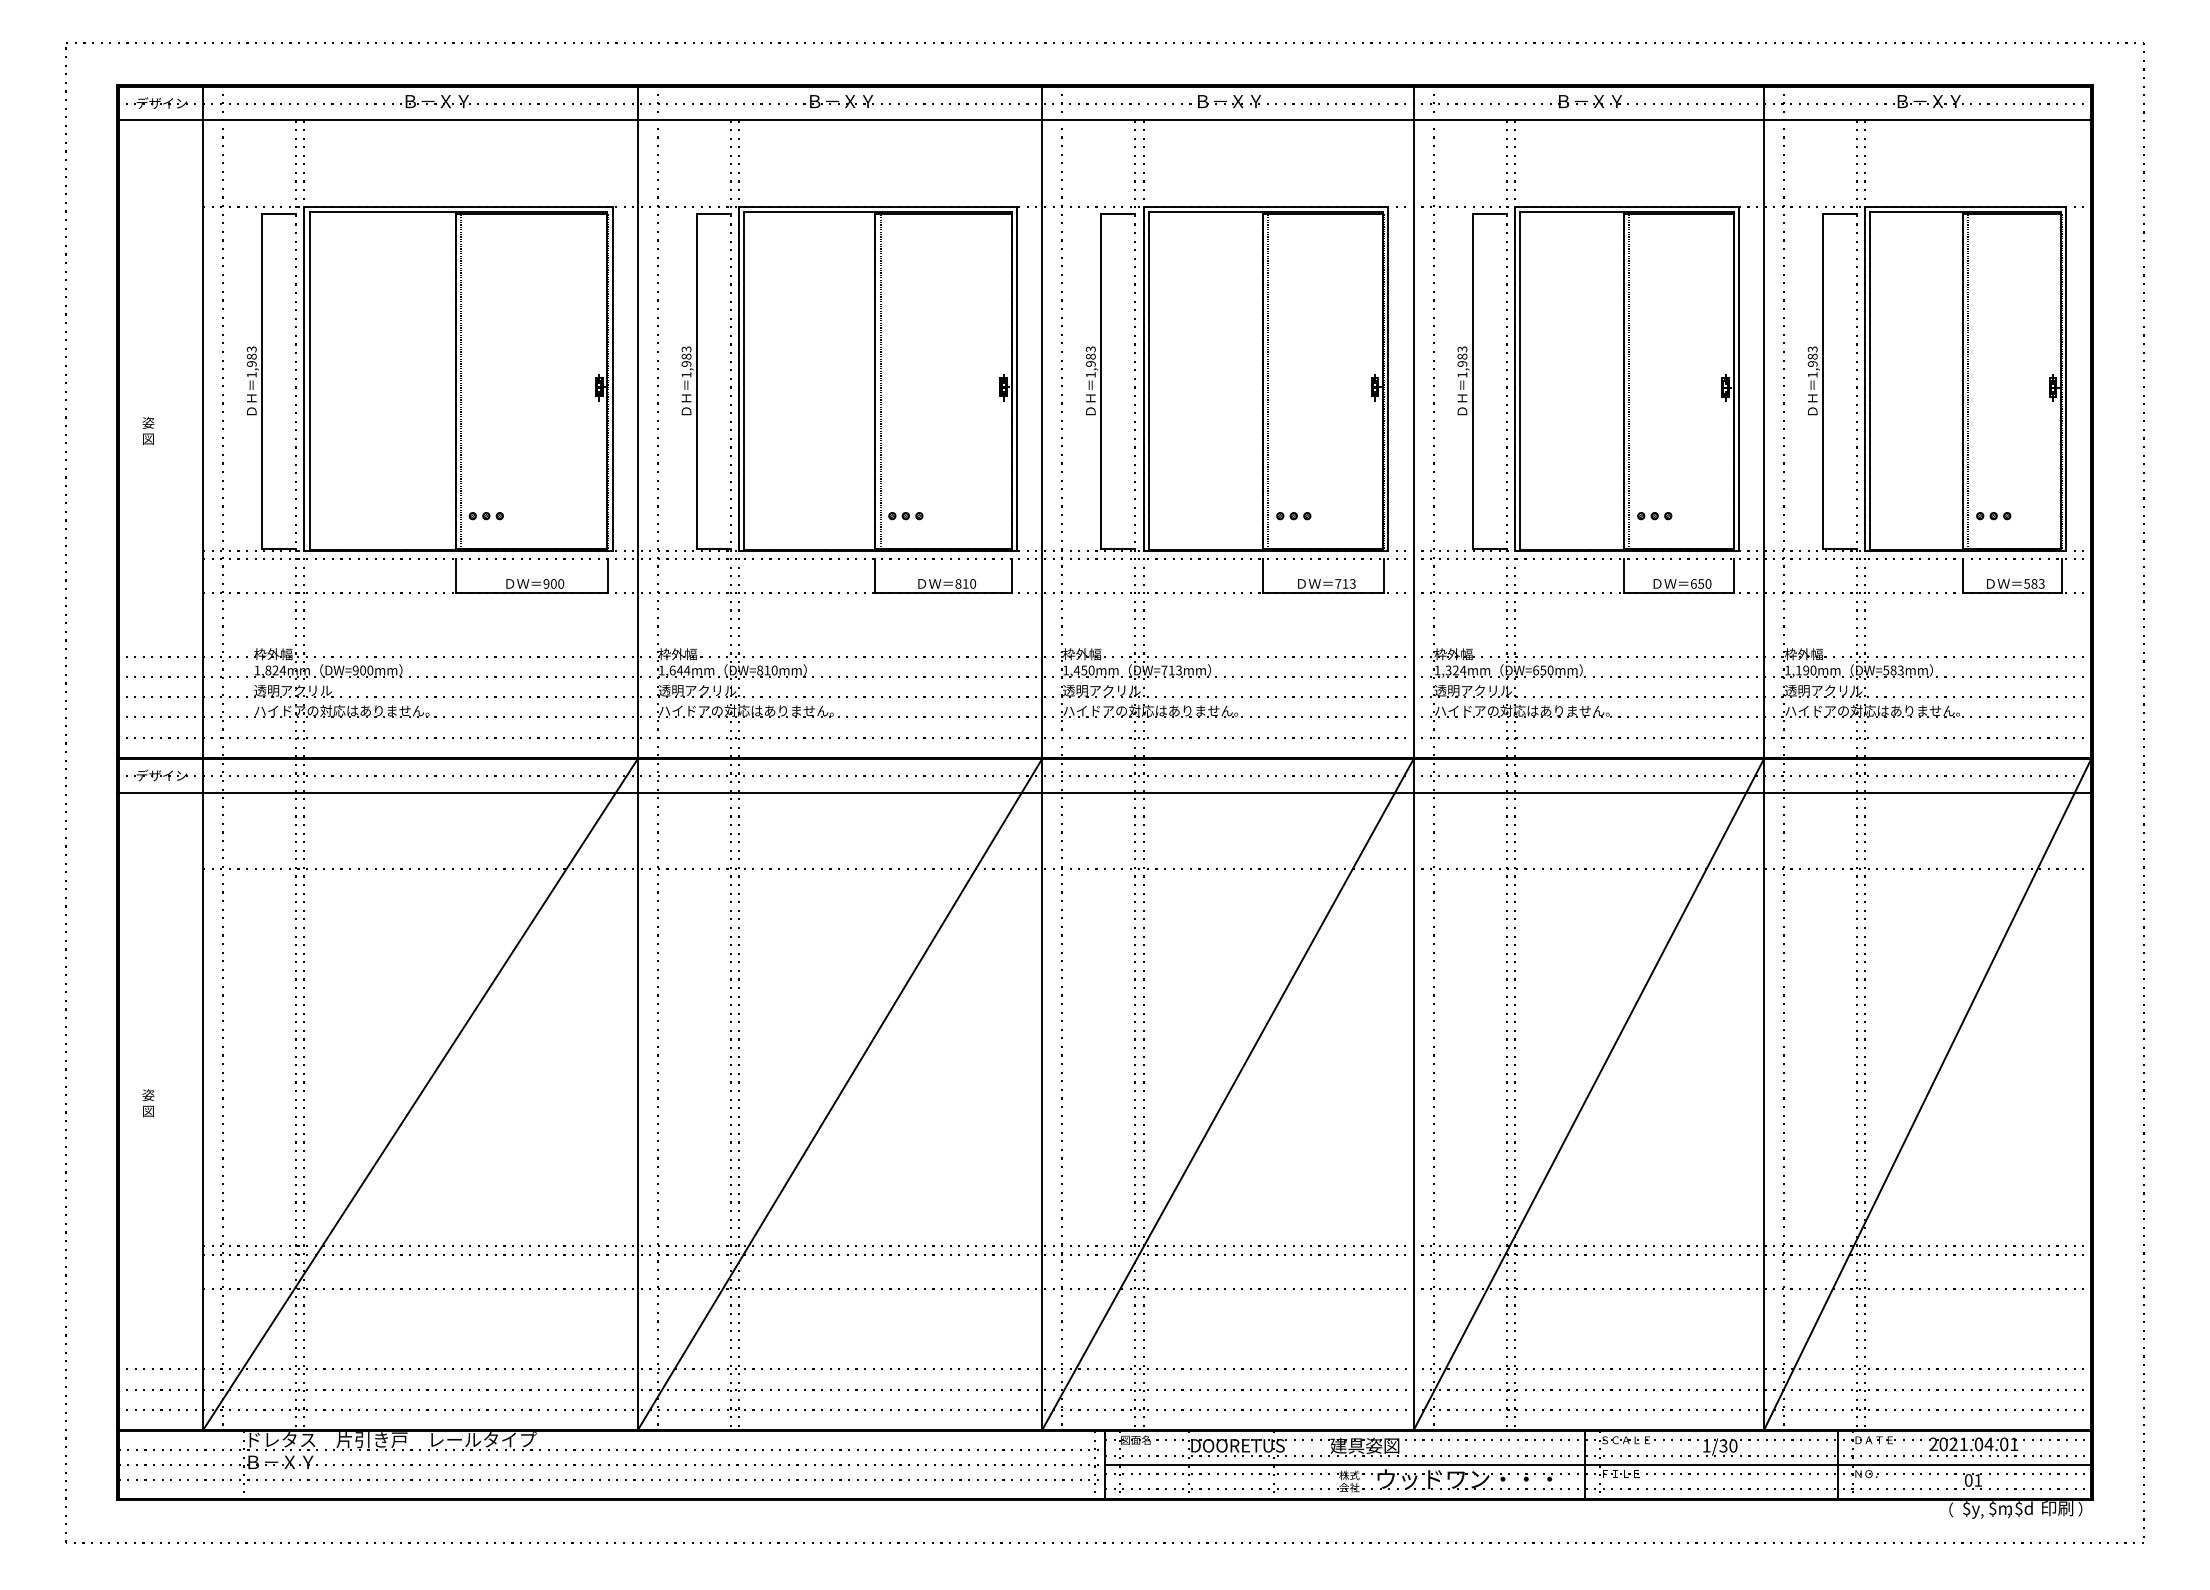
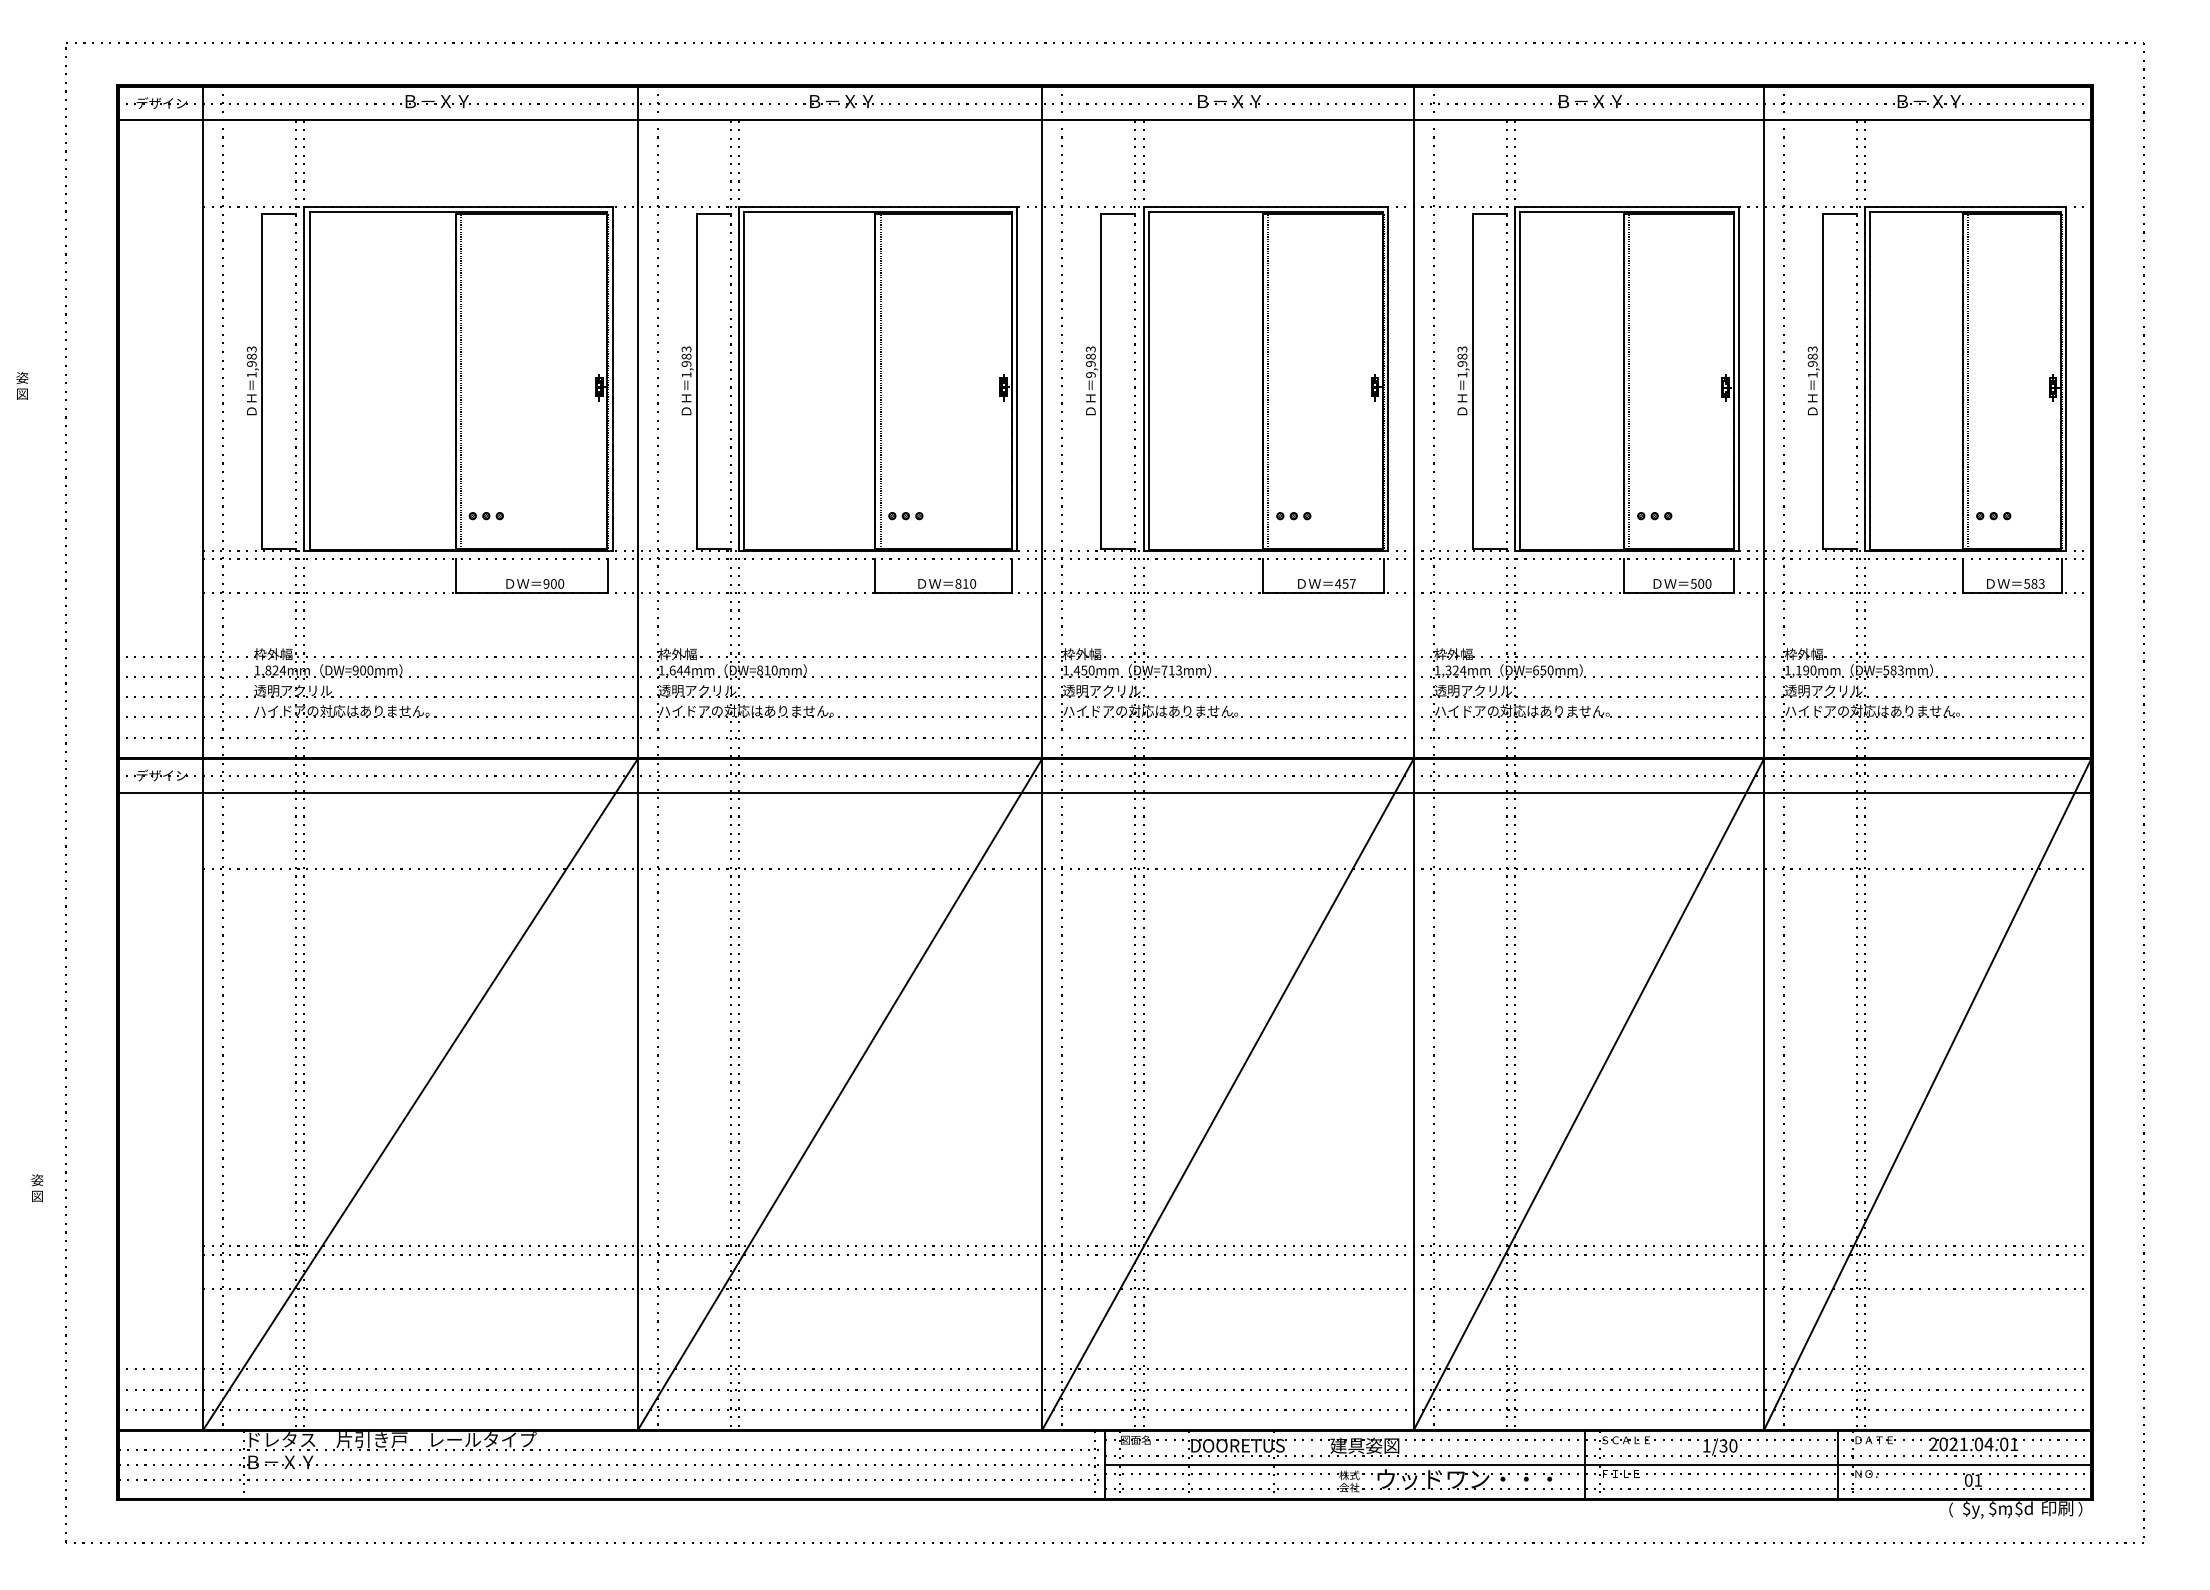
text at (1090, 374): 1,983 -> 9,983
text at (148, 430) position: (148, 430) -> (22, 385)
text at (1345, 583): 713 -> 457
text at (1697, 583): 650 -> 500
text at (148, 1103) position: (148, 1103) -> (37, 1188)
